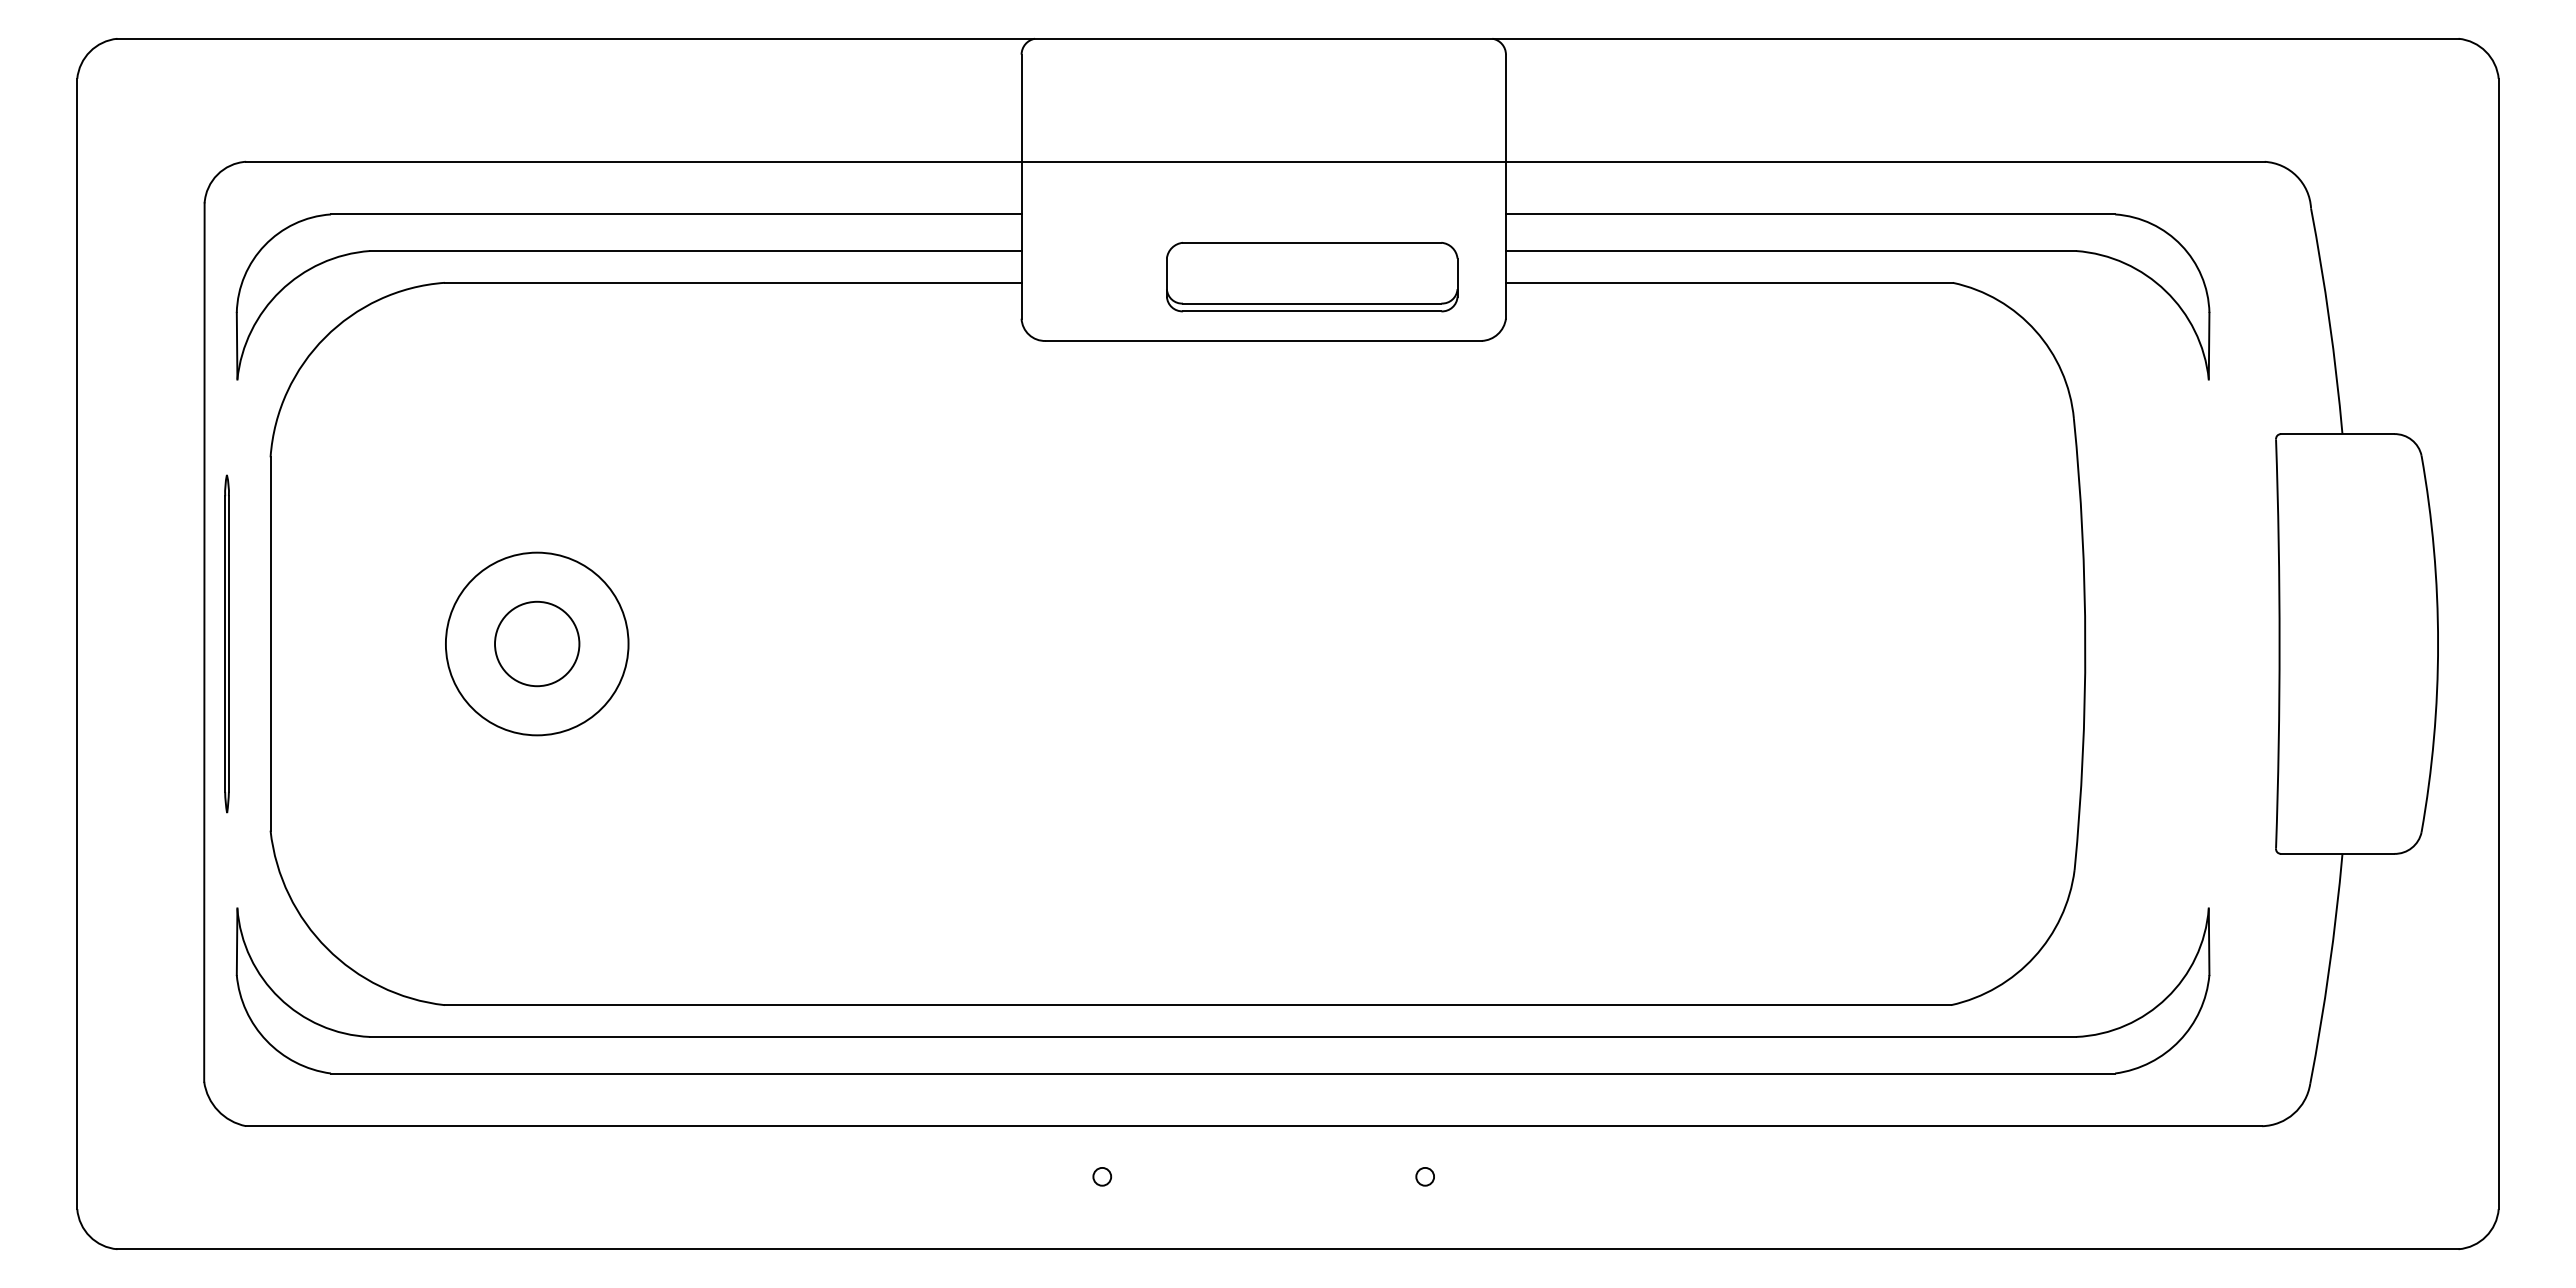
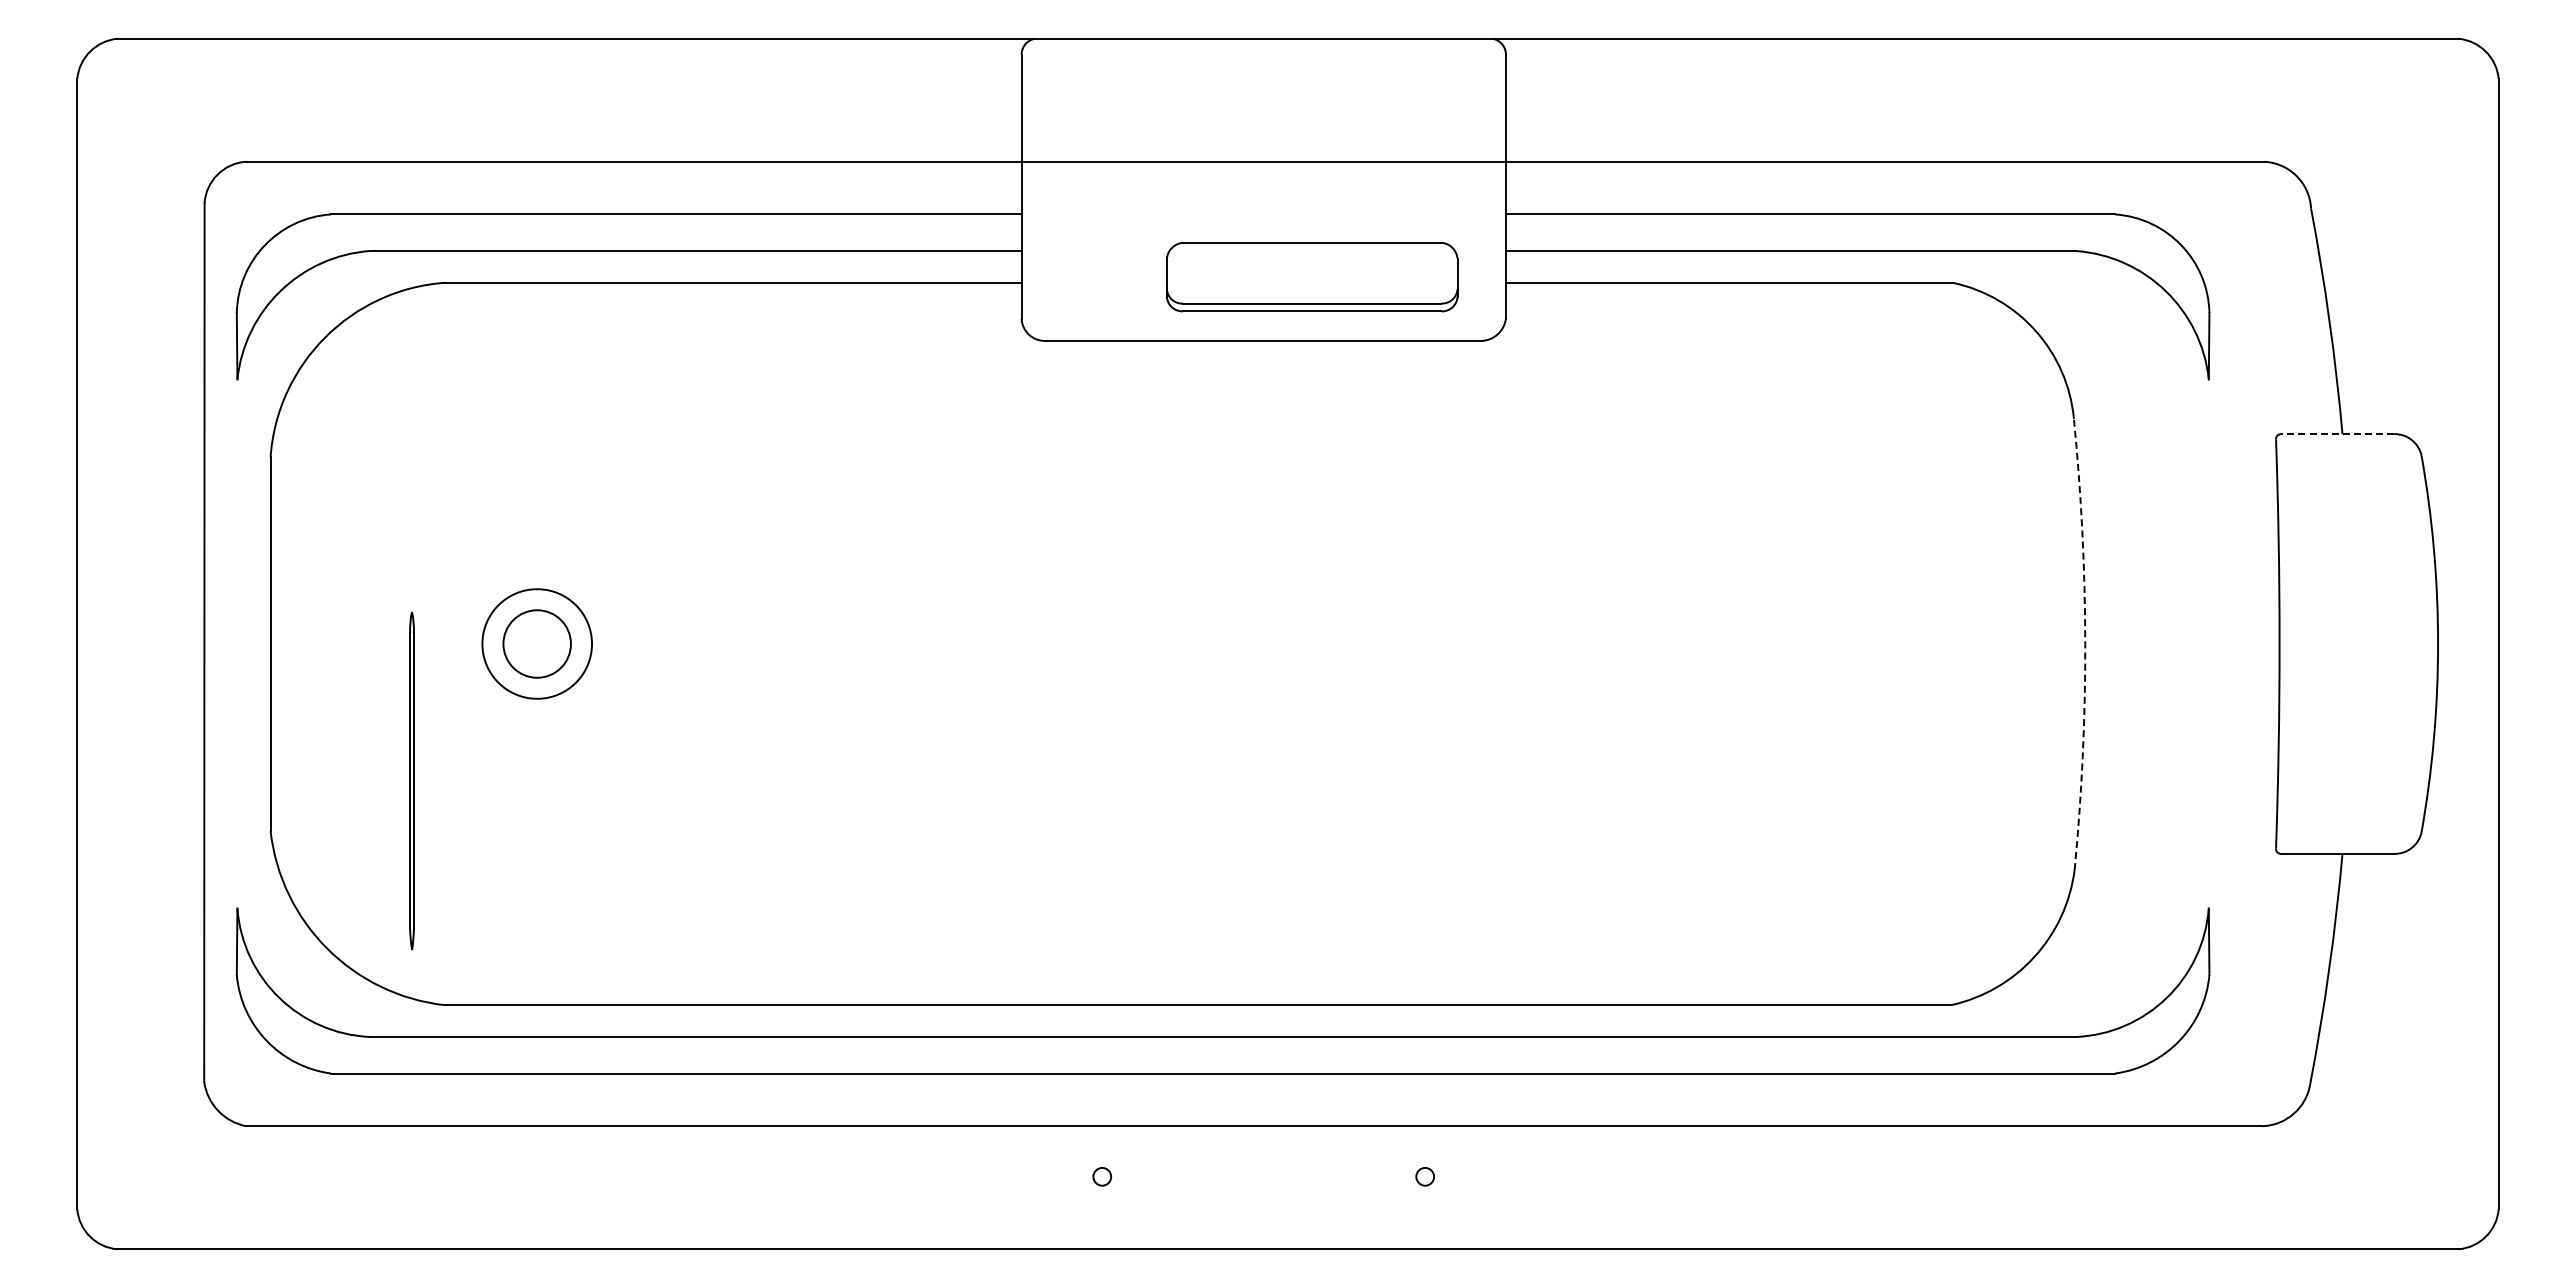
line at (2337, 434): solid -> dashed
part at (226, 643) position: (226, 643) -> (411, 780)
circle at (536, 643) diameter: 183 px -> 110 px
circle at (537, 643) diameter: 84 px -> 68 px
arc at (2085, 644): solid -> dashed
